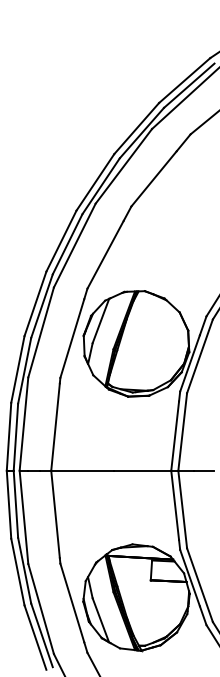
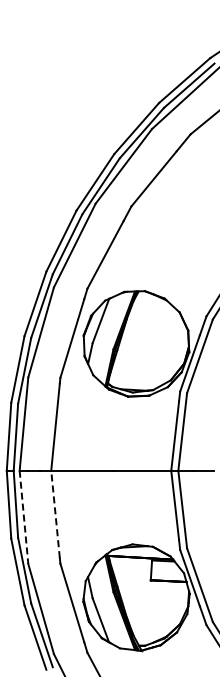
line at (55, 514): solid -> dashed
line at (23, 517): solid -> dashed
